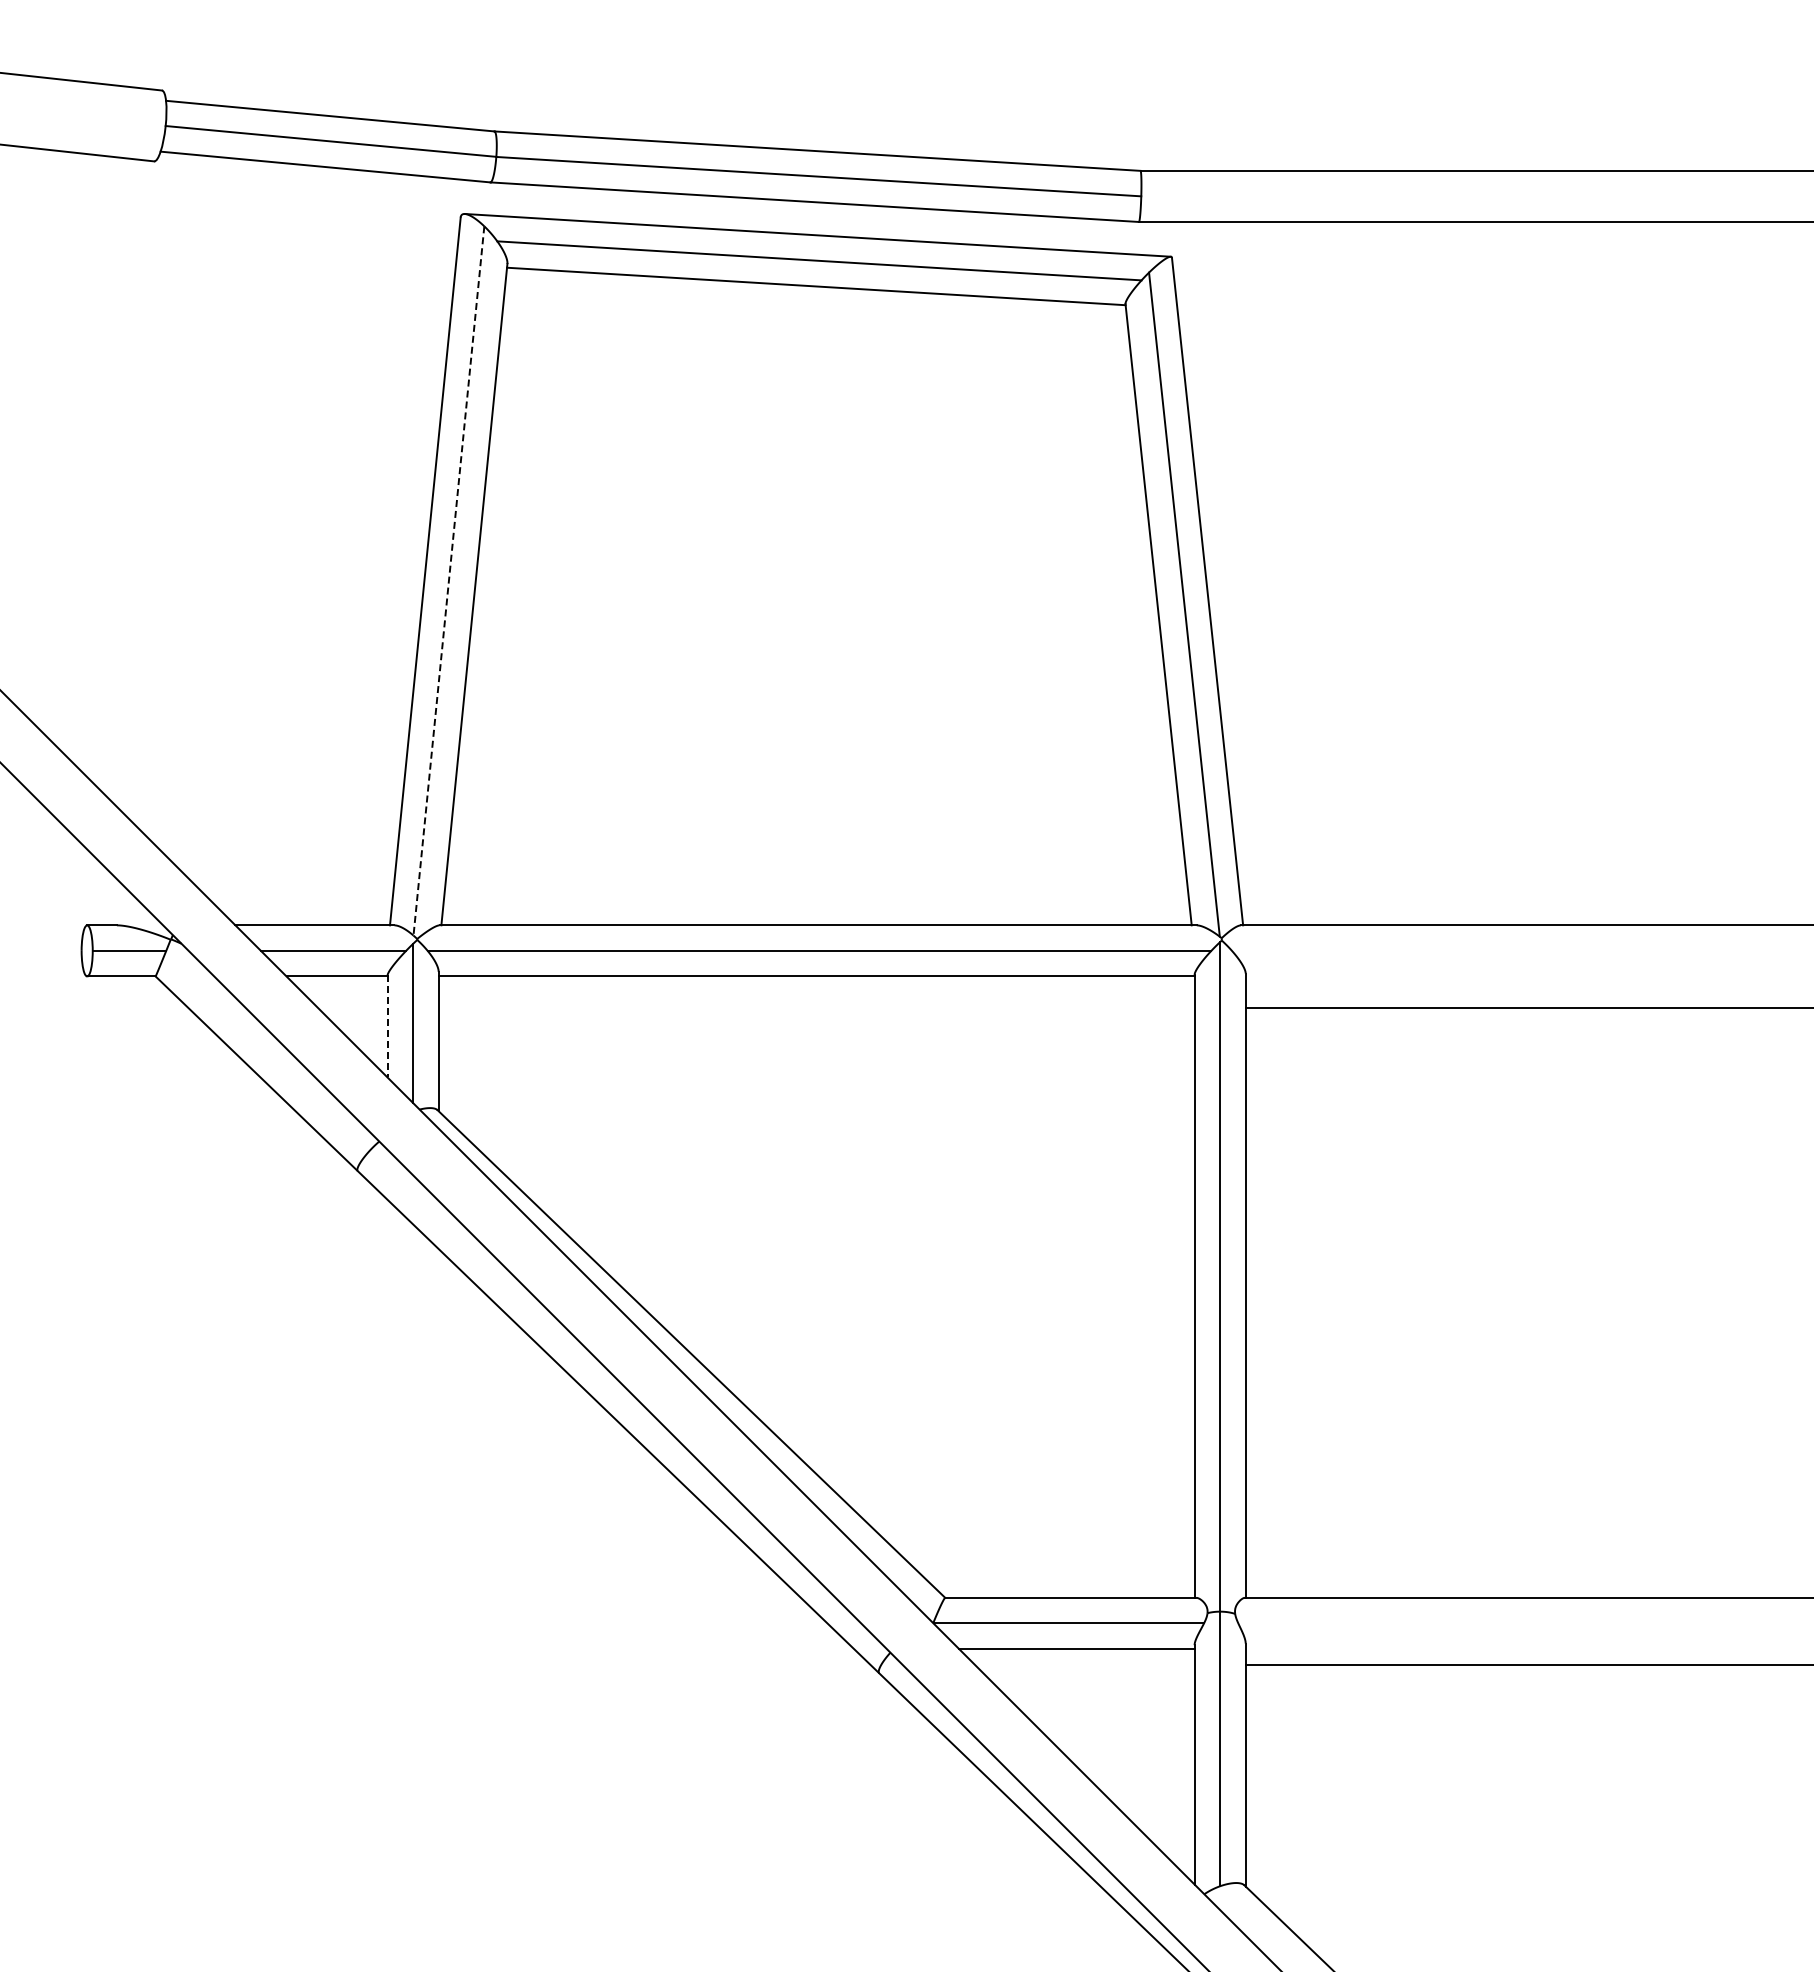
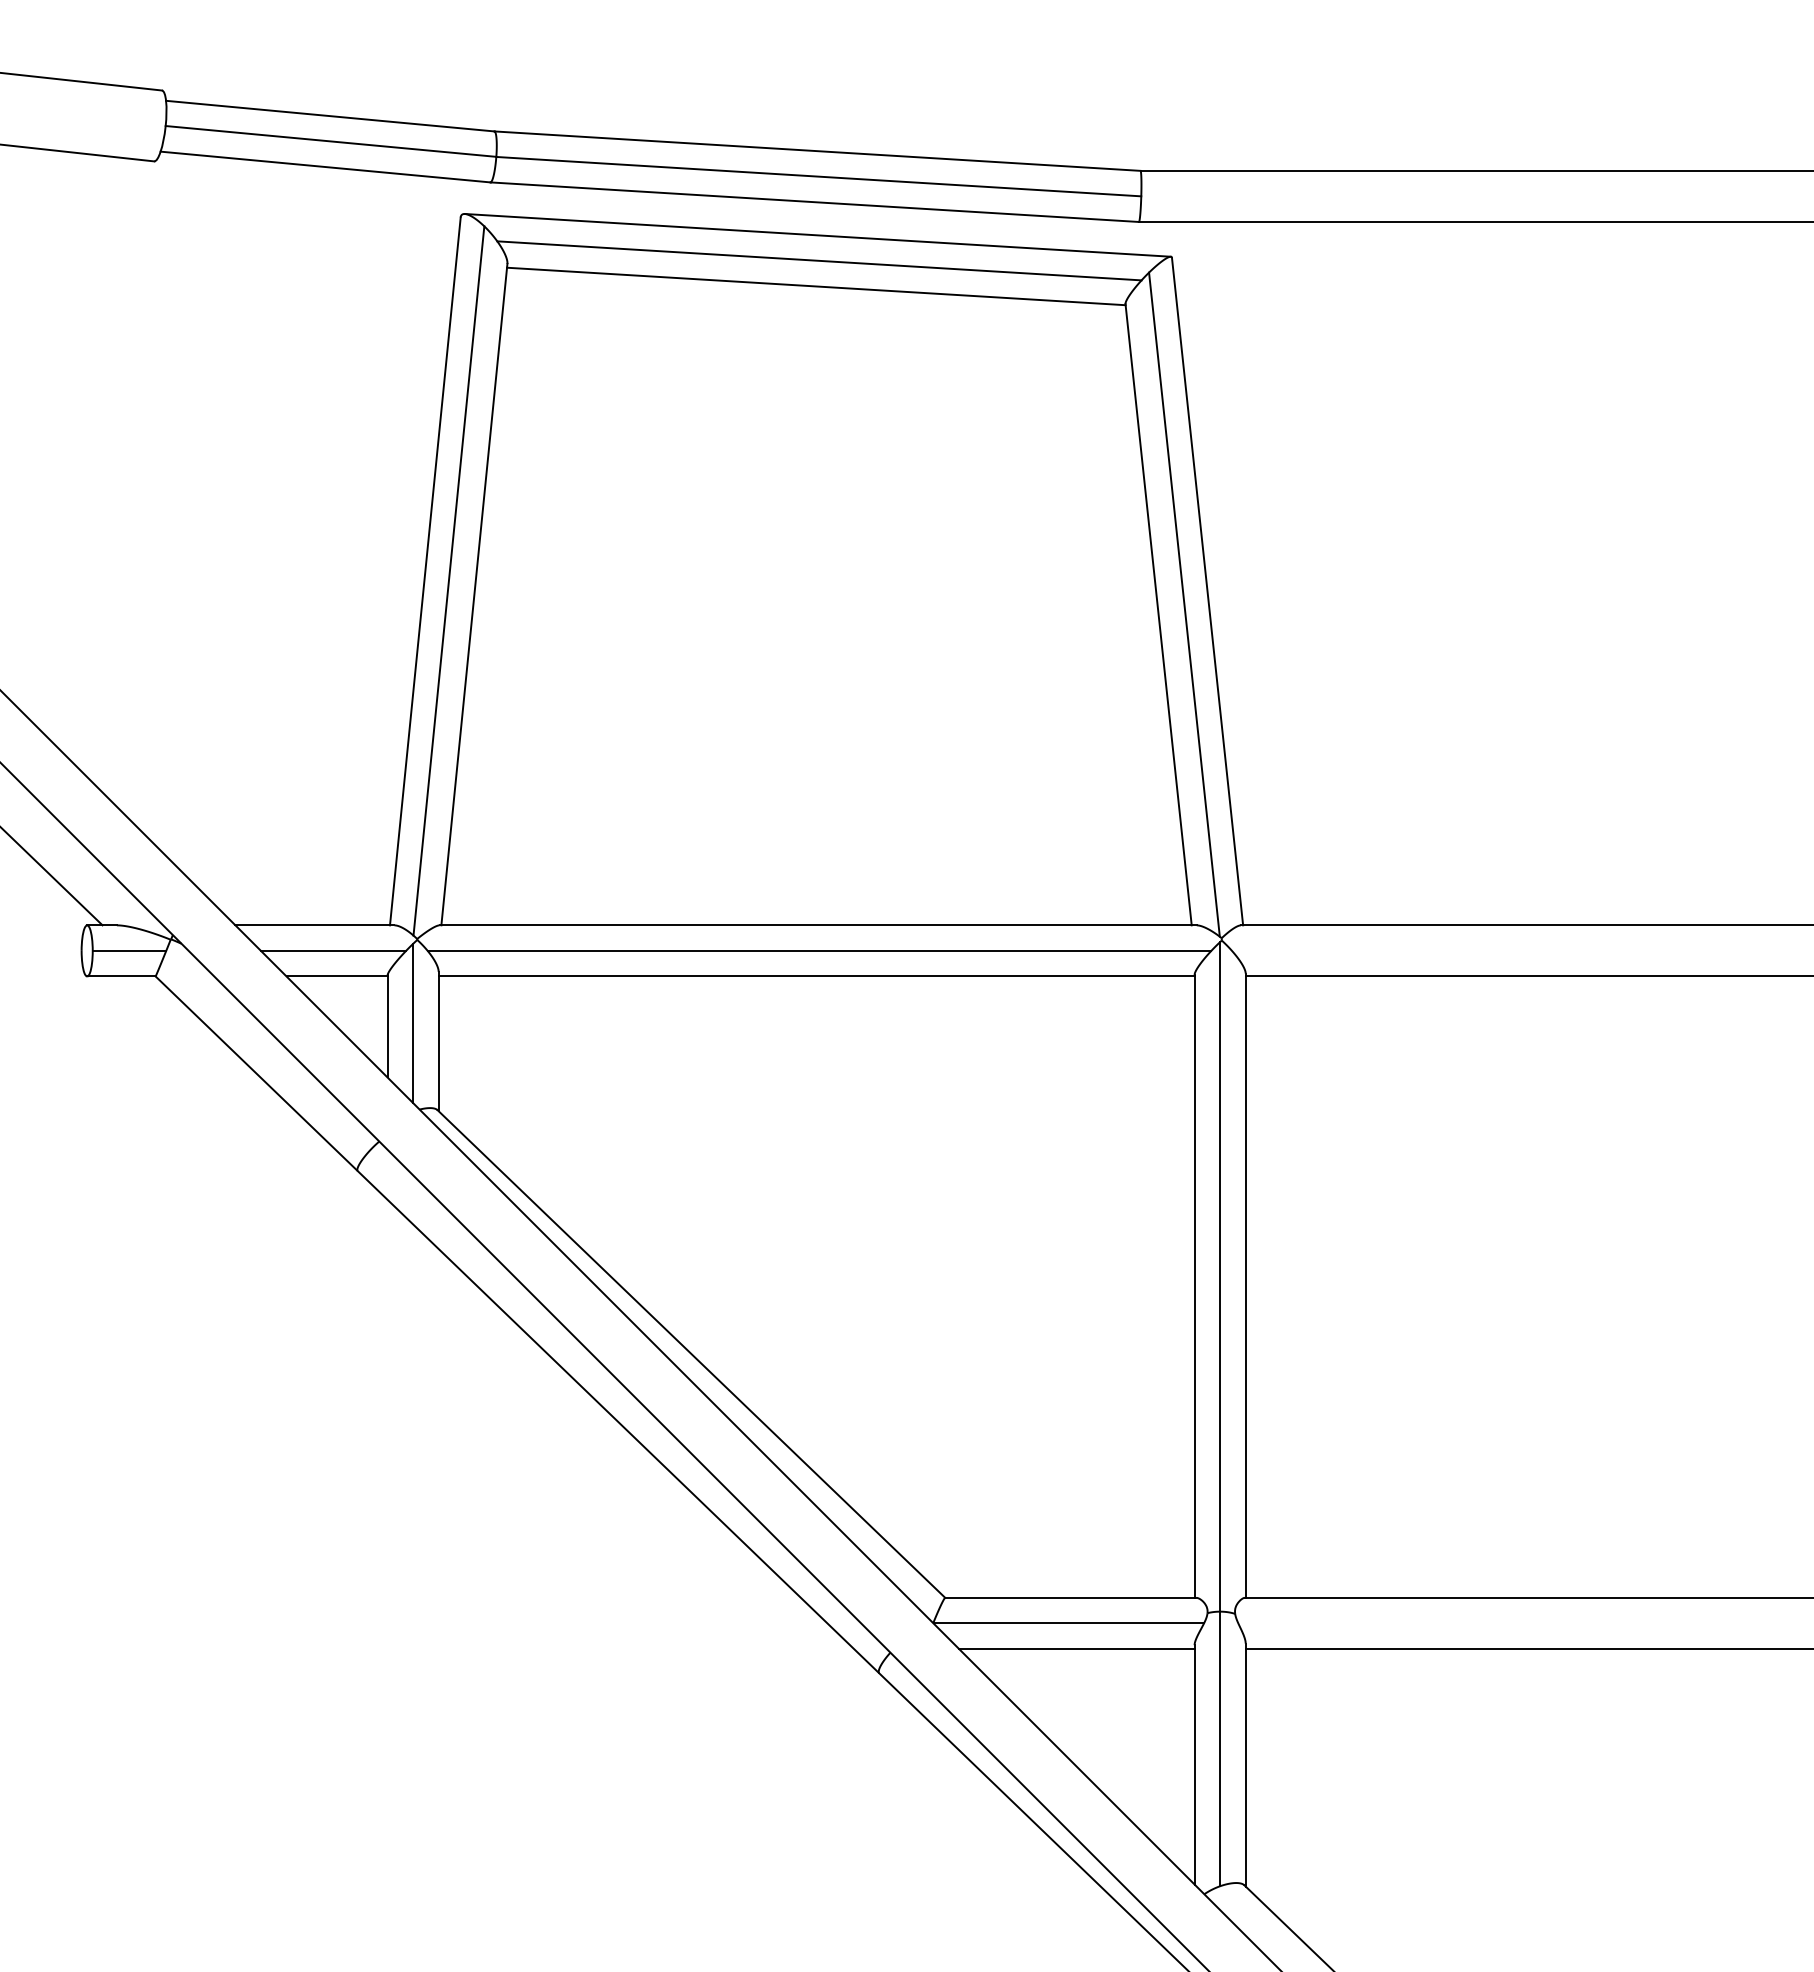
line at (448, 581): dashed -> solid
line at (52, 876): none -> present
line at (1527, 1008) position: (1527, 1008) -> (1527, 976)
line at (387, 1026): dashed -> solid
line at (1527, 1664) position: (1527, 1664) -> (1527, 1648)
